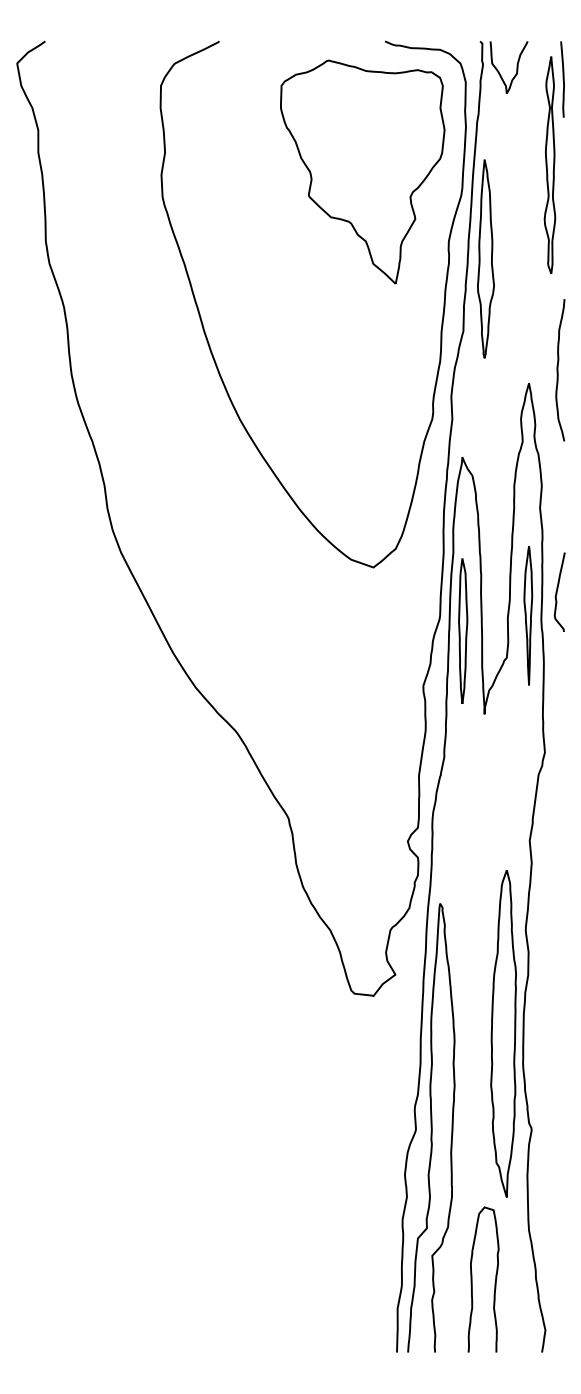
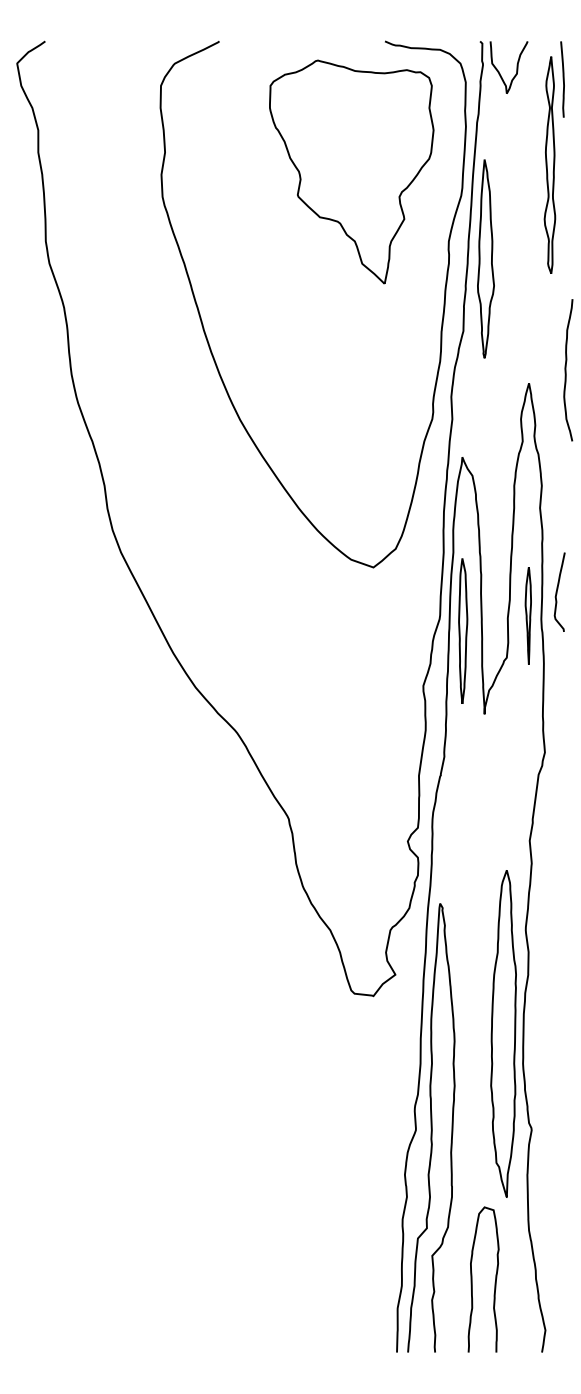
part at (362, 171) position: (362, 171) -> (351, 171)
curve at (558, 370) position: (558, 370) -> (566, 370)
part at (528, 615) size: 11x140 px -> 8x98 px
